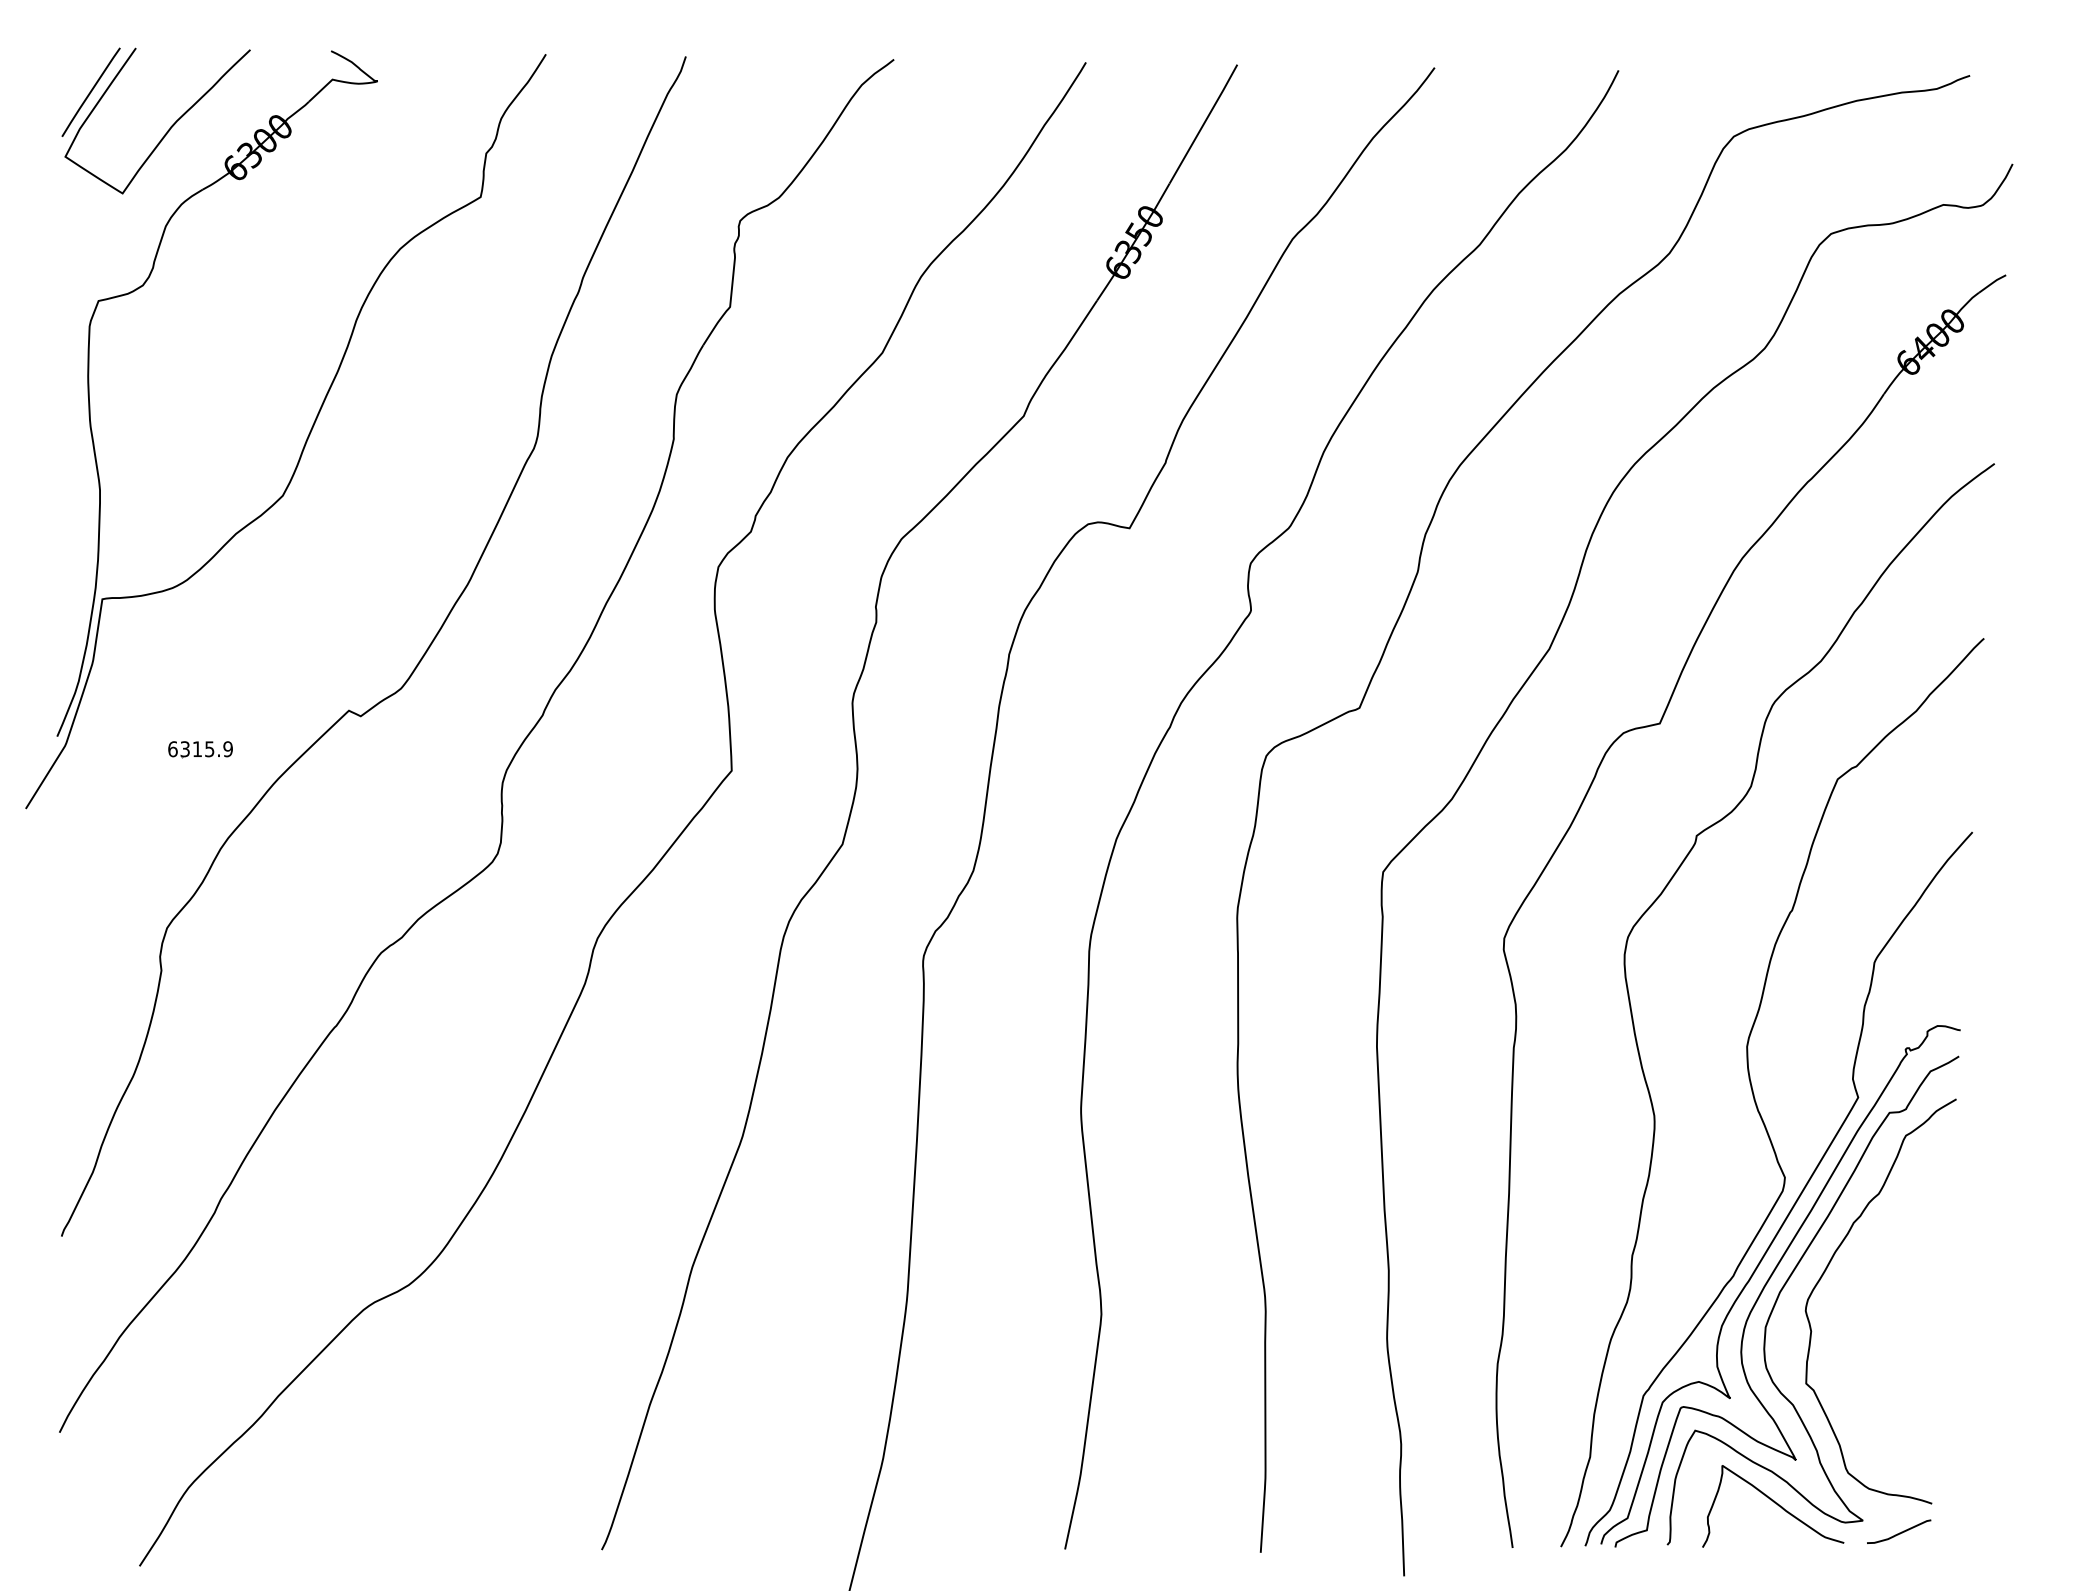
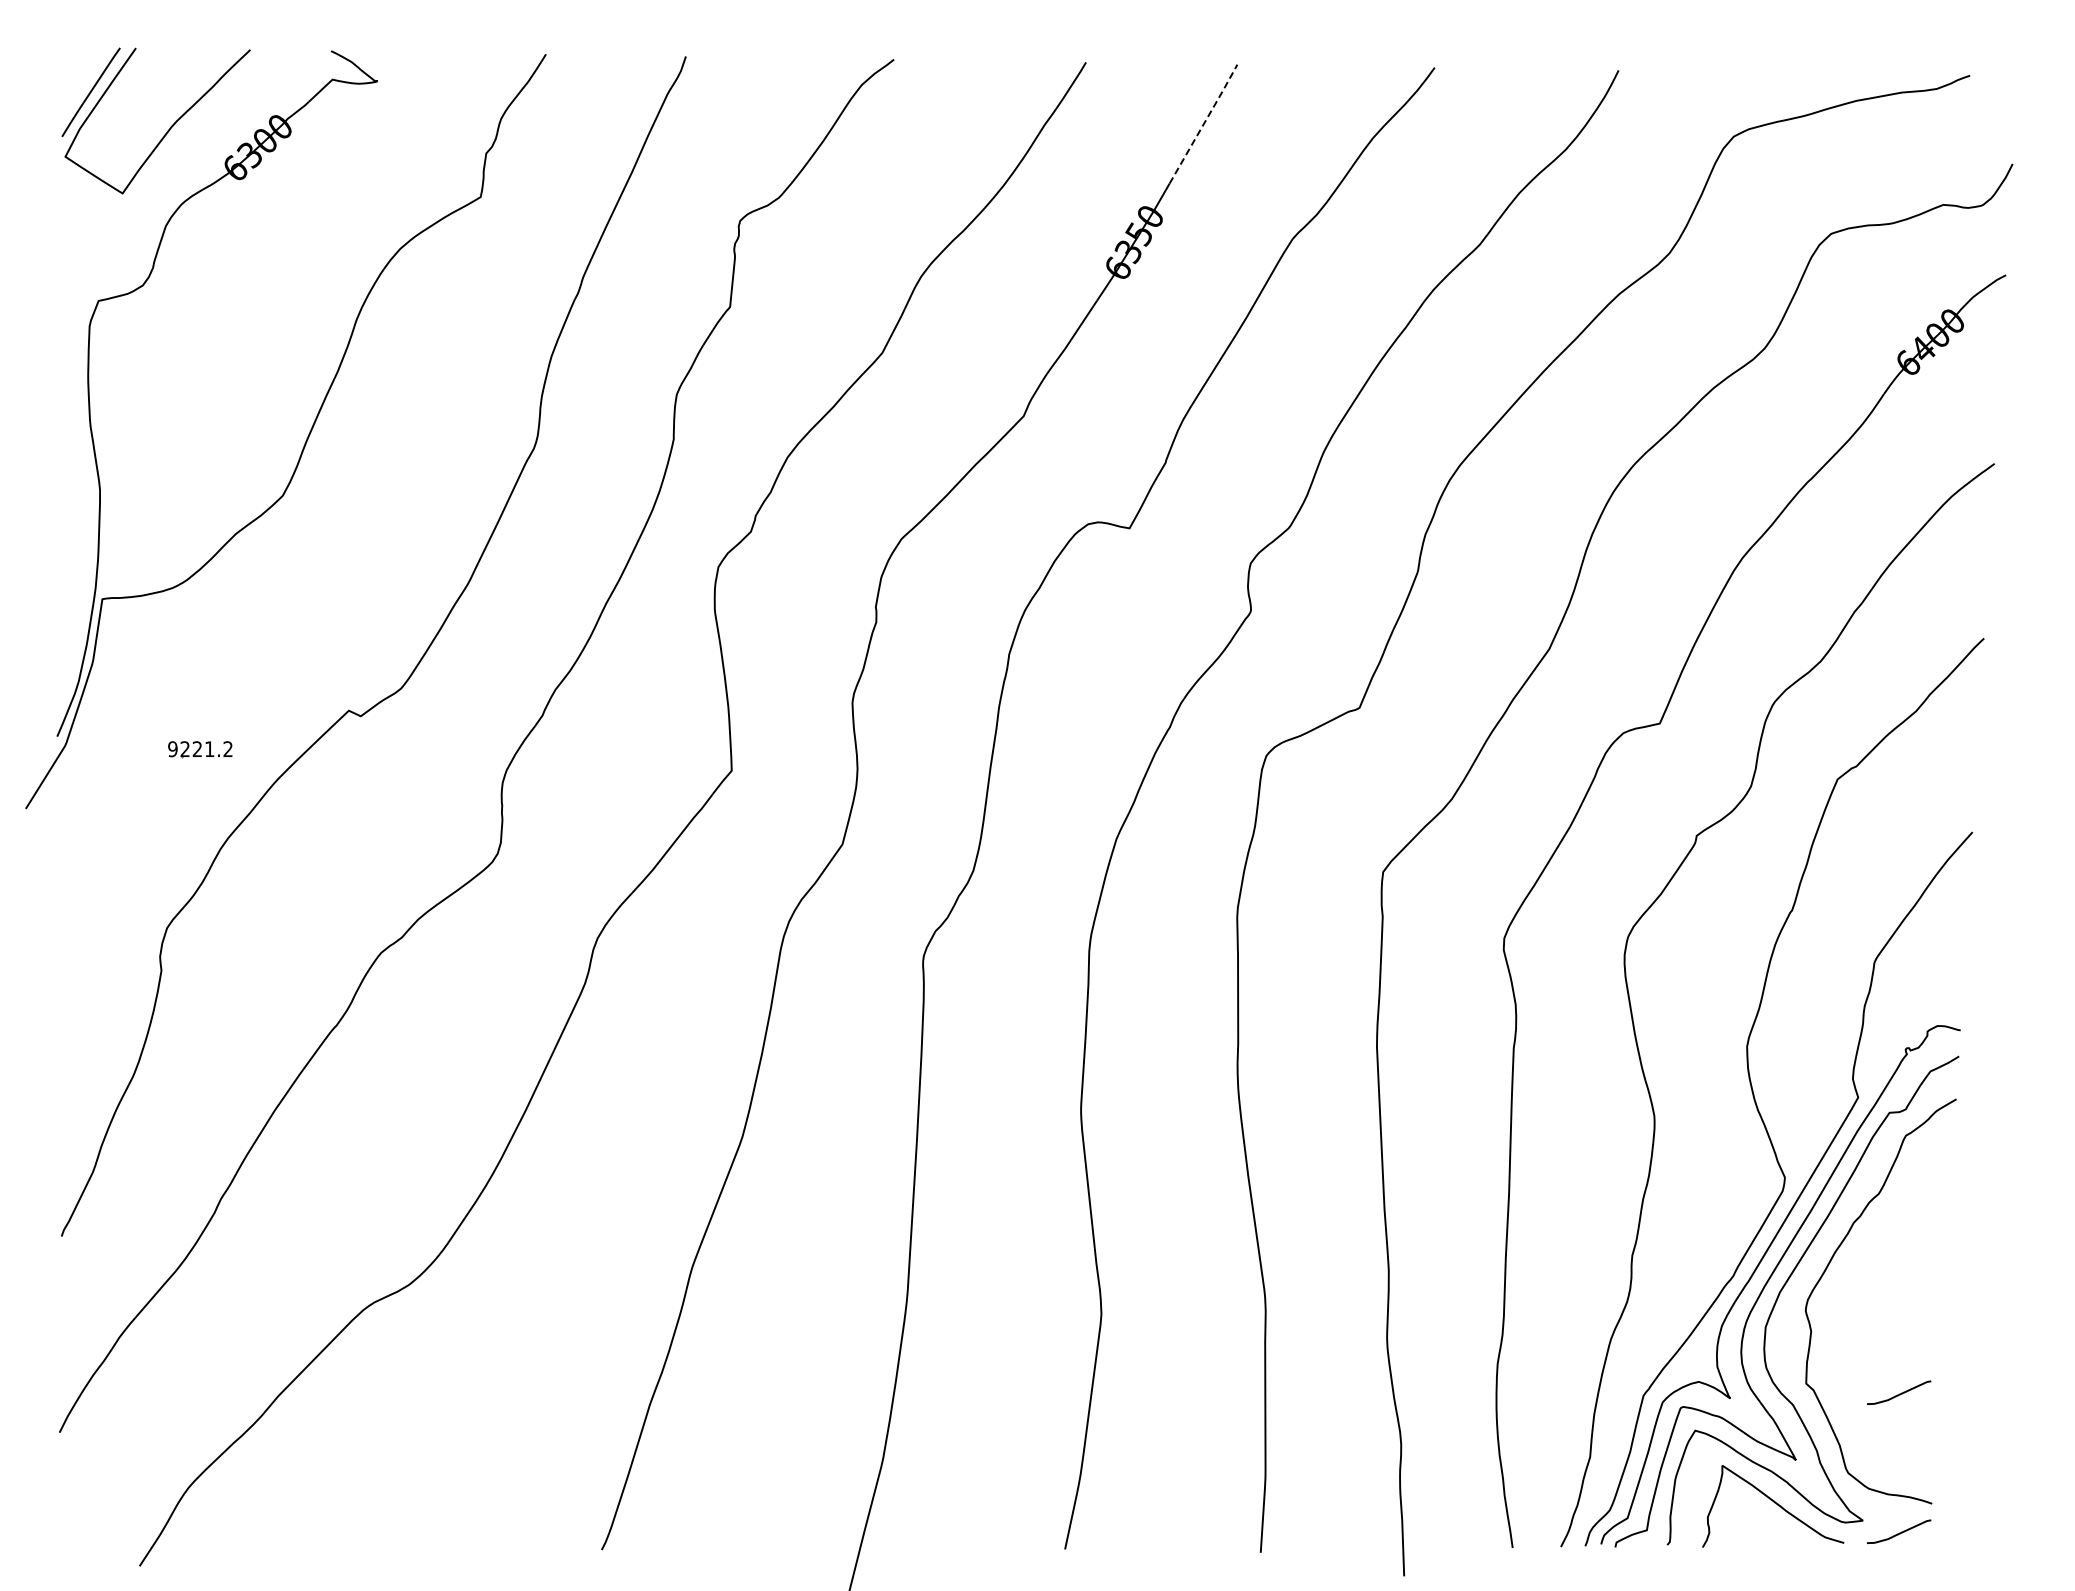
line at (1204, 123): solid -> dashed
text at (200, 749): 6315.9 -> 9221.2
curve at (1899, 1393): none -> present
